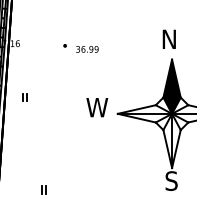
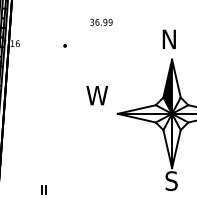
text at (87, 49) position: (87, 49) -> (101, 22)
fill at (176, 86): present -> none
part at (24, 97): present -> none
text at (97, 107) position: (97, 107) -> (97, 95)
